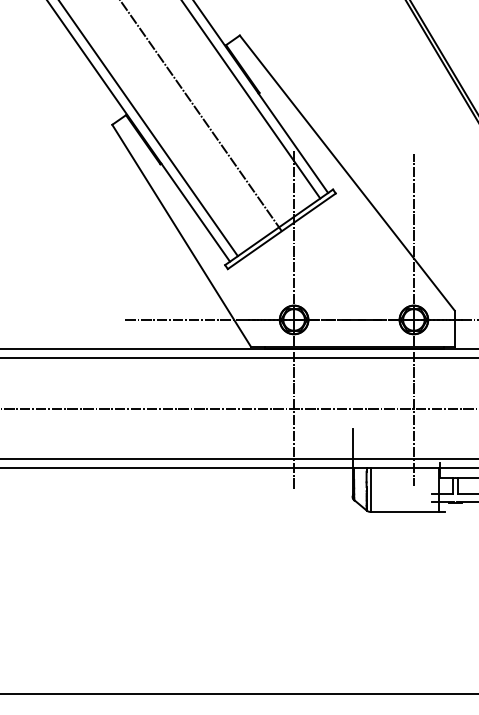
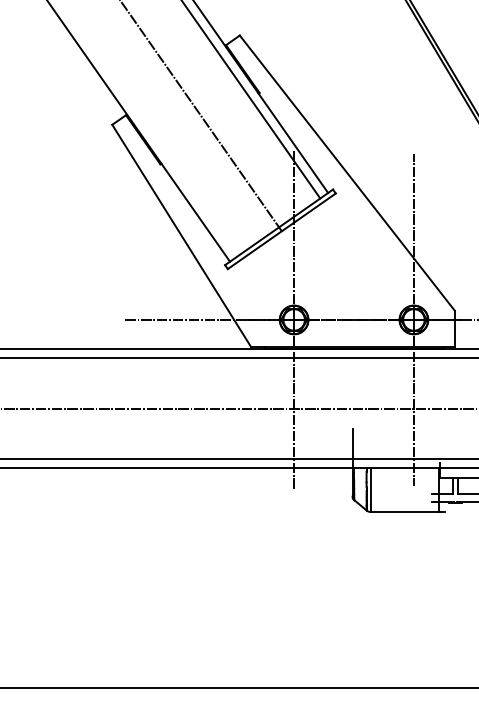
line at (148, 129): present -> none
line at (238, 693) position: (238, 693) -> (238, 687)
